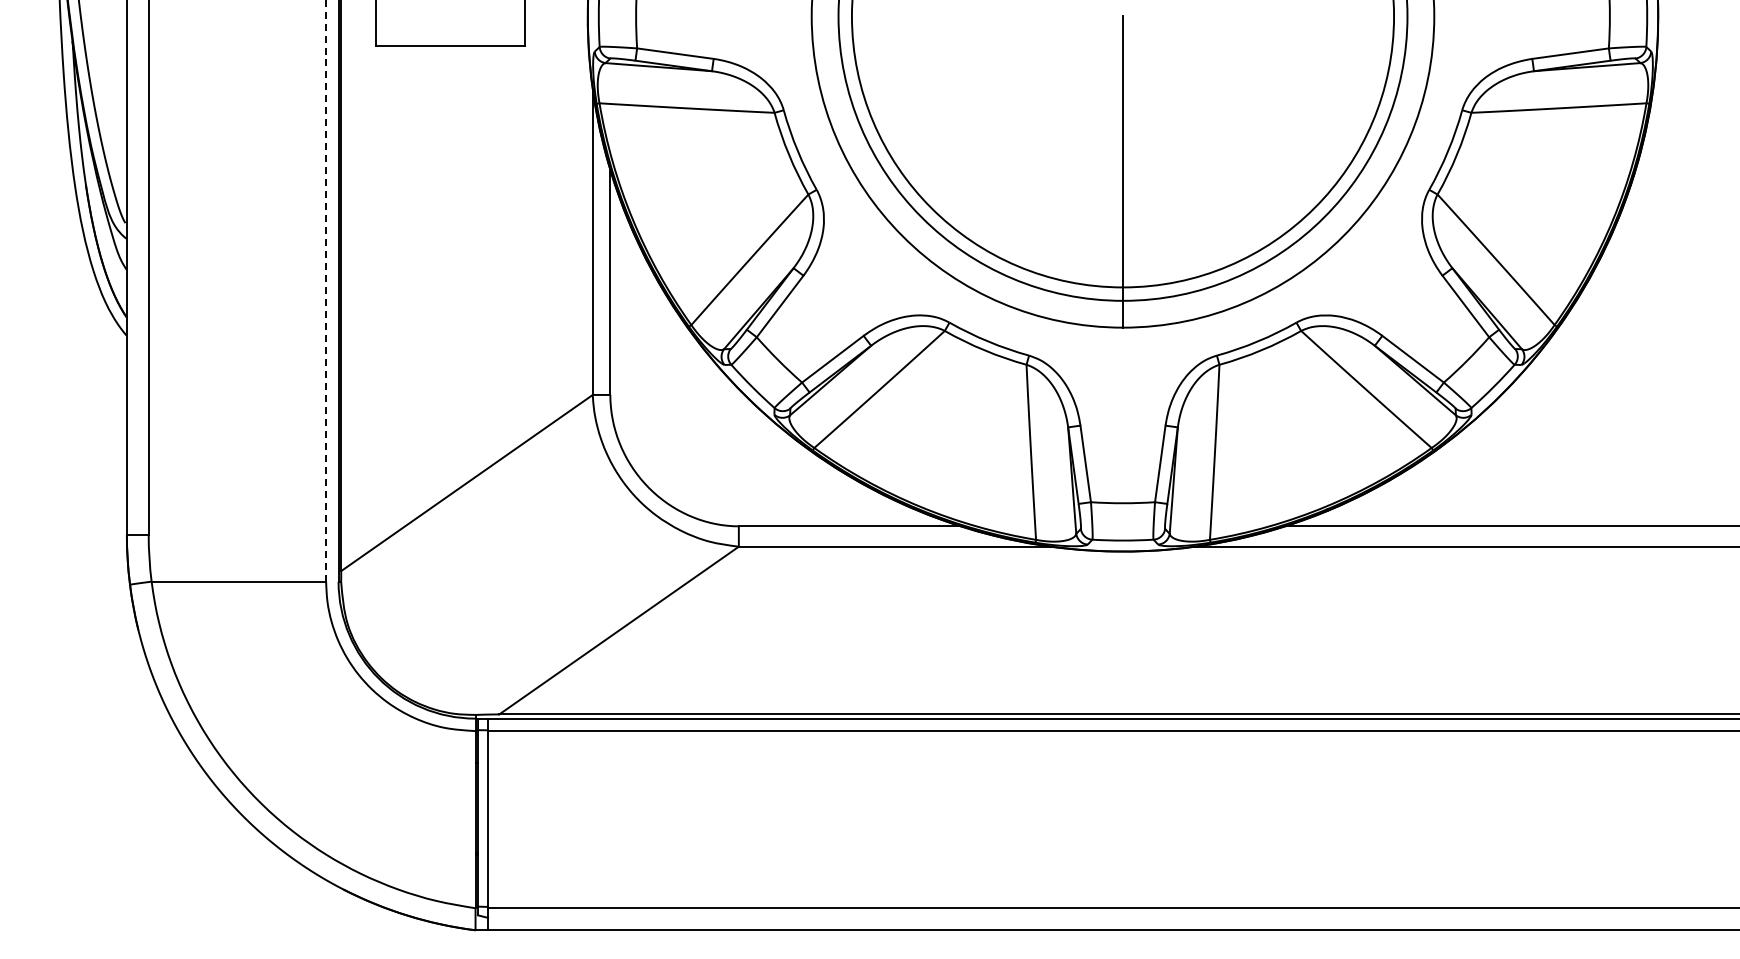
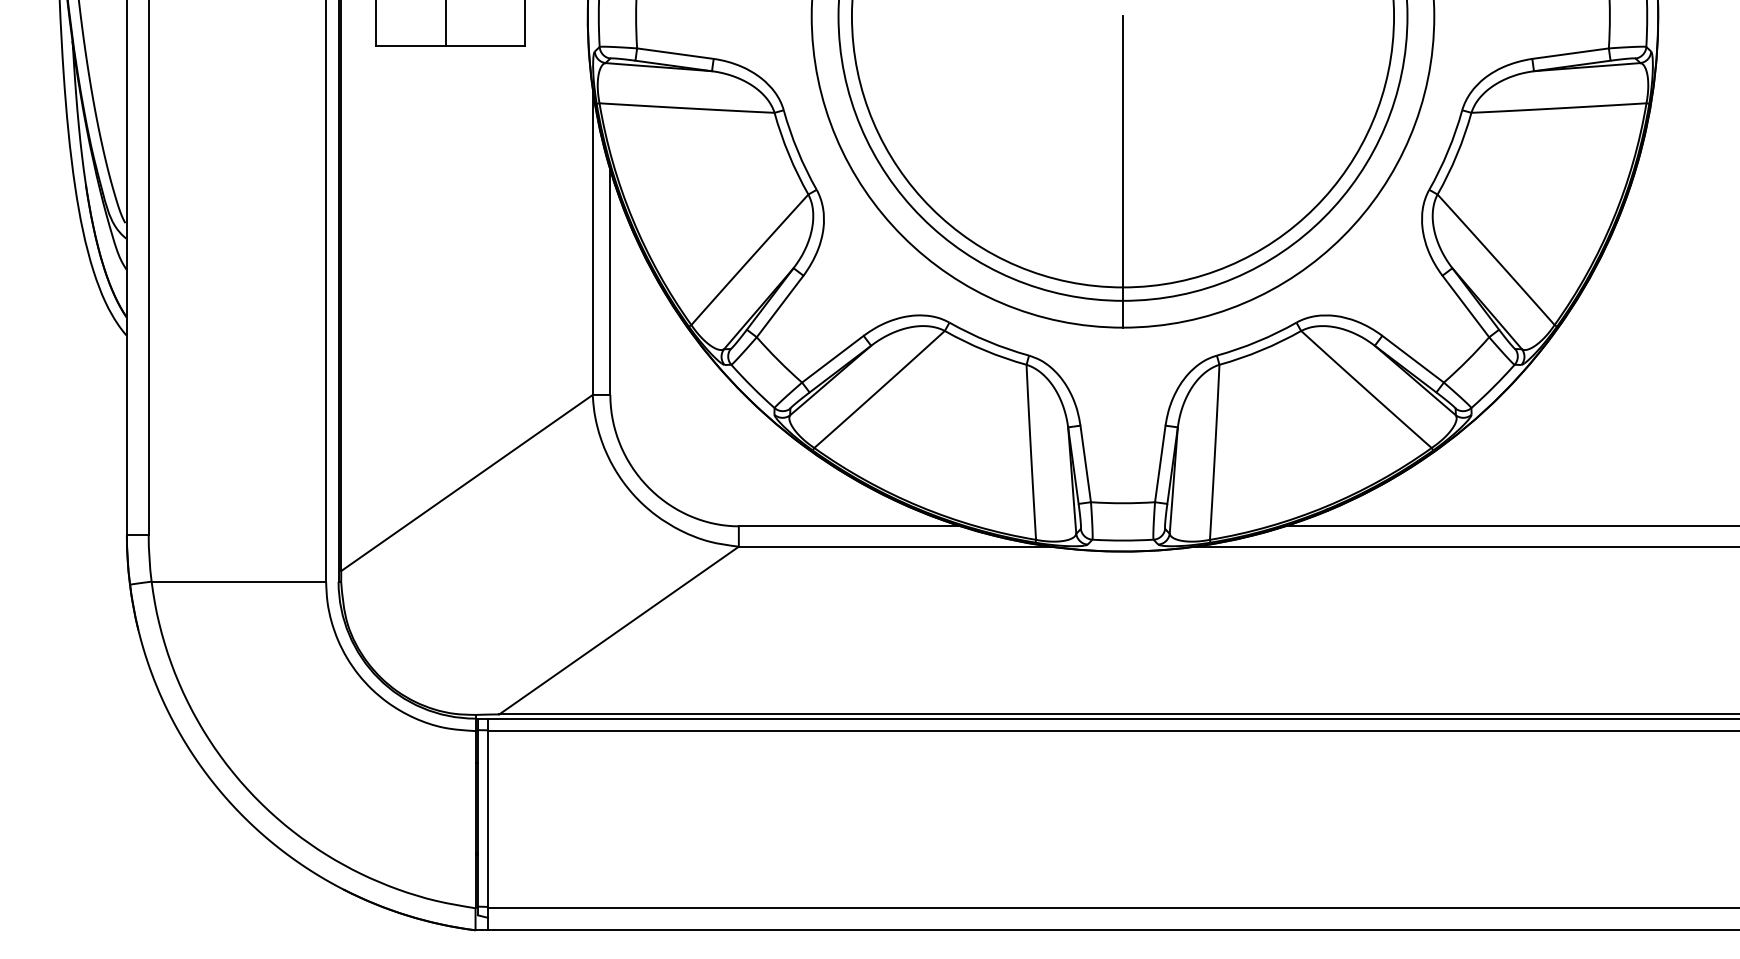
line at (446, 24): none -> present
line at (326, 290): dashed -> solid
